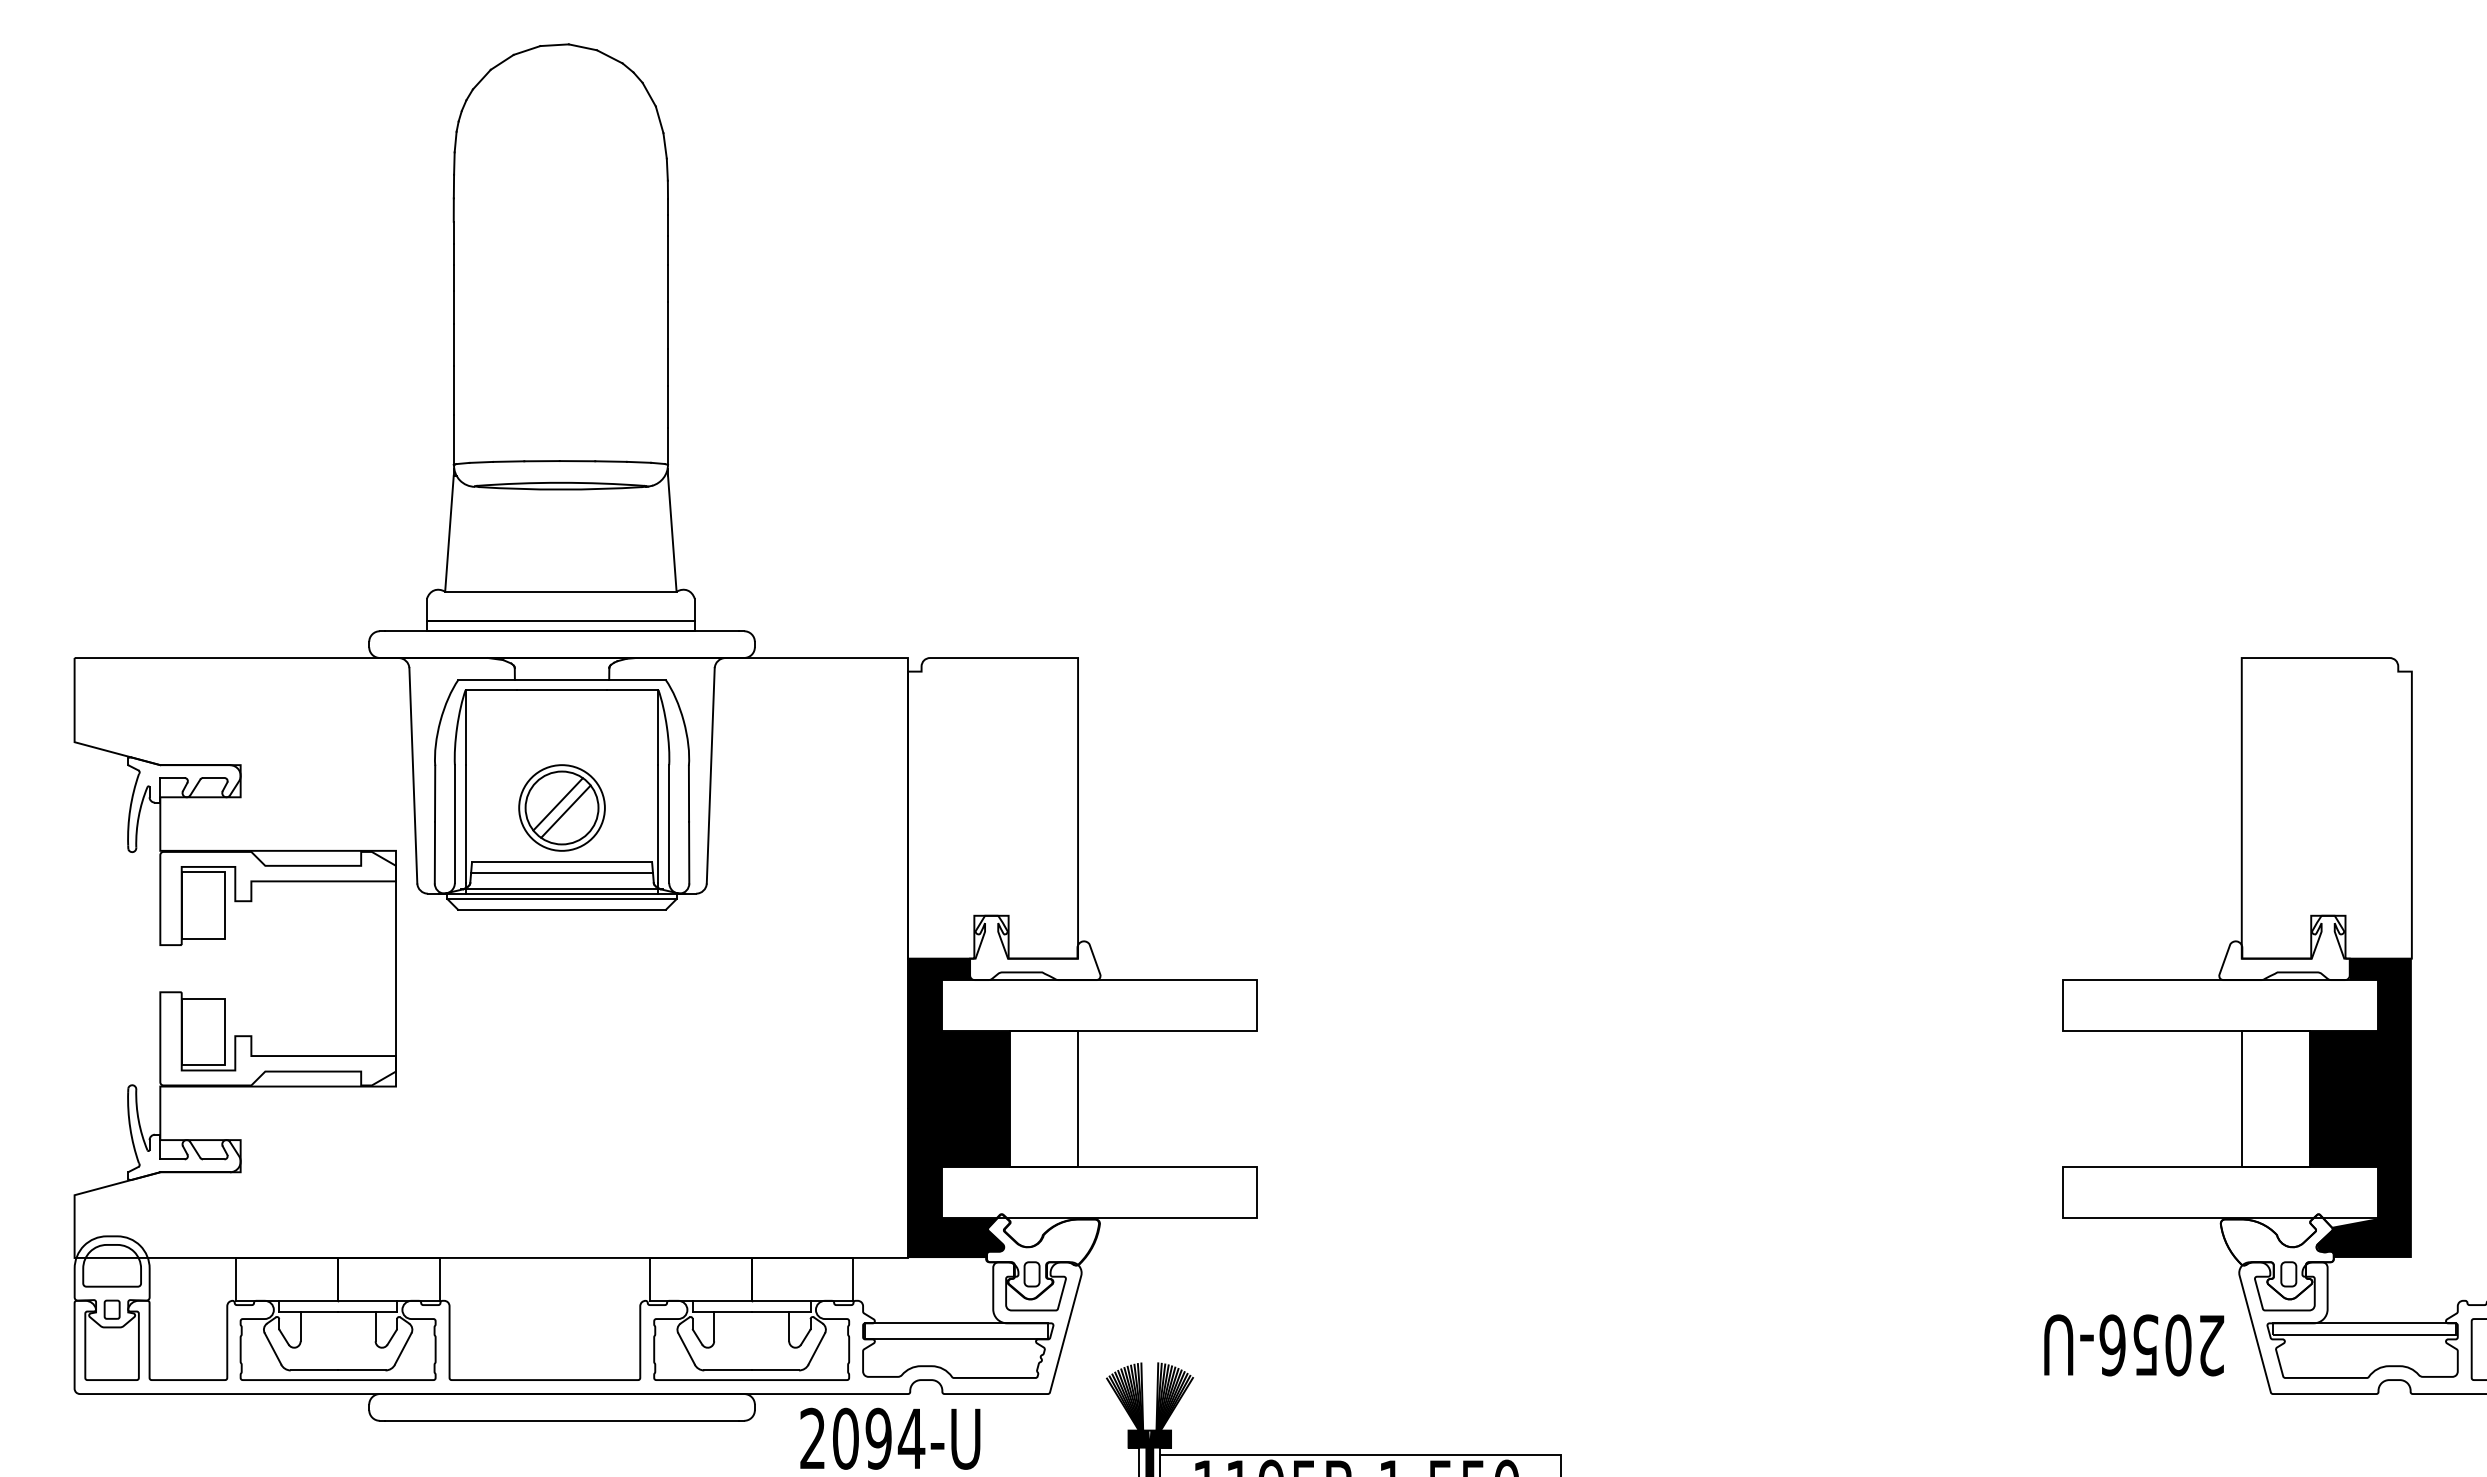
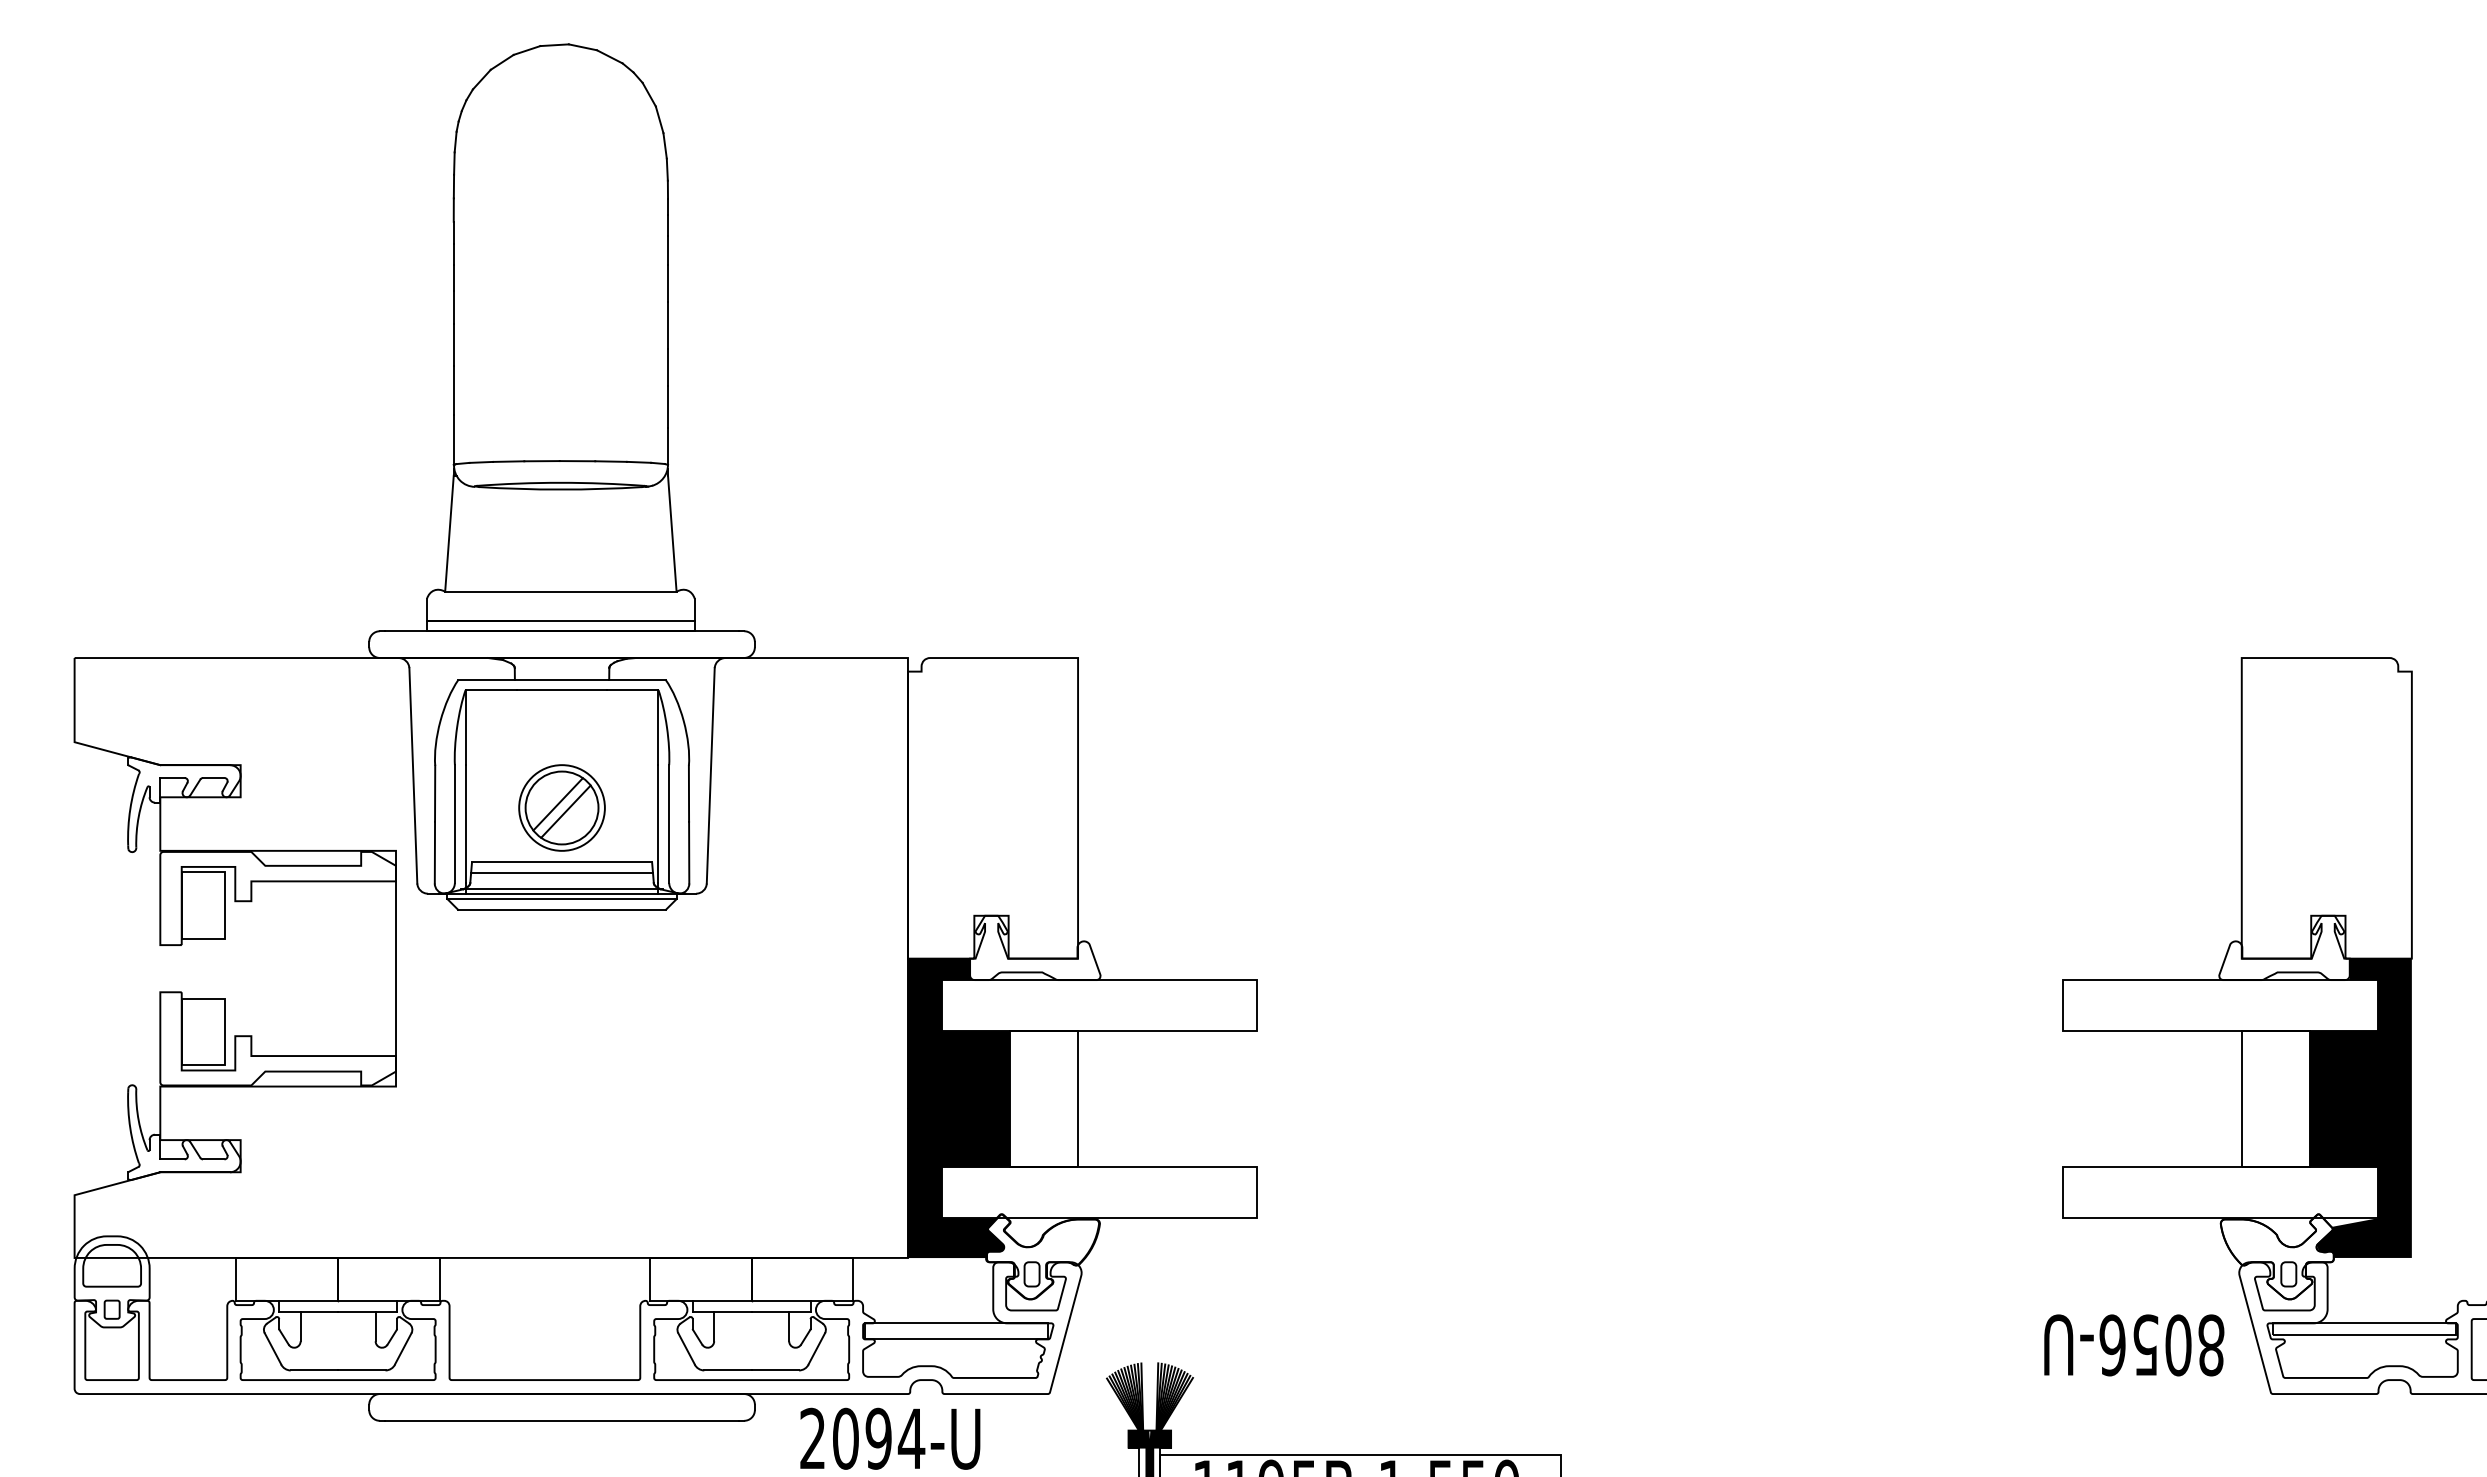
text at (2211, 1345): 2056-U -> 8056-U
